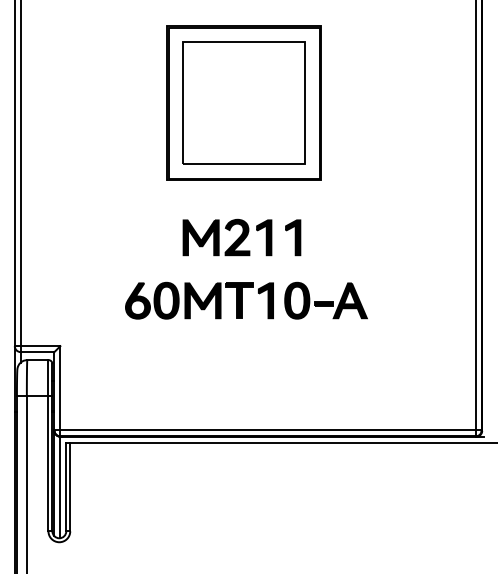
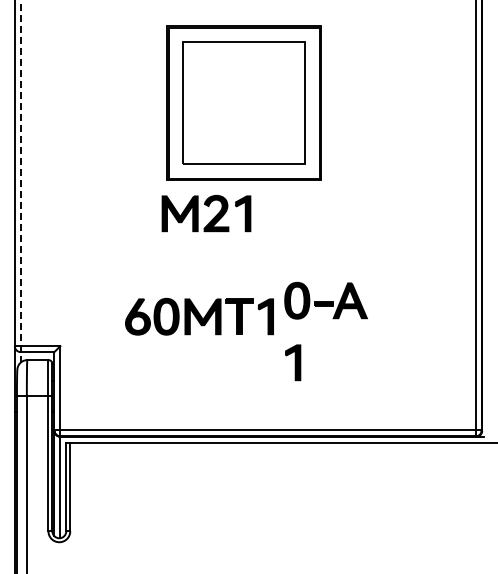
line at (20, 181): solid -> dashed
part at (228, 230) position: (228, 230) -> (207, 206)
part at (293, 237) position: (293, 237) -> (293, 362)
part at (199, 300) position: (199, 300) -> (199, 316)
